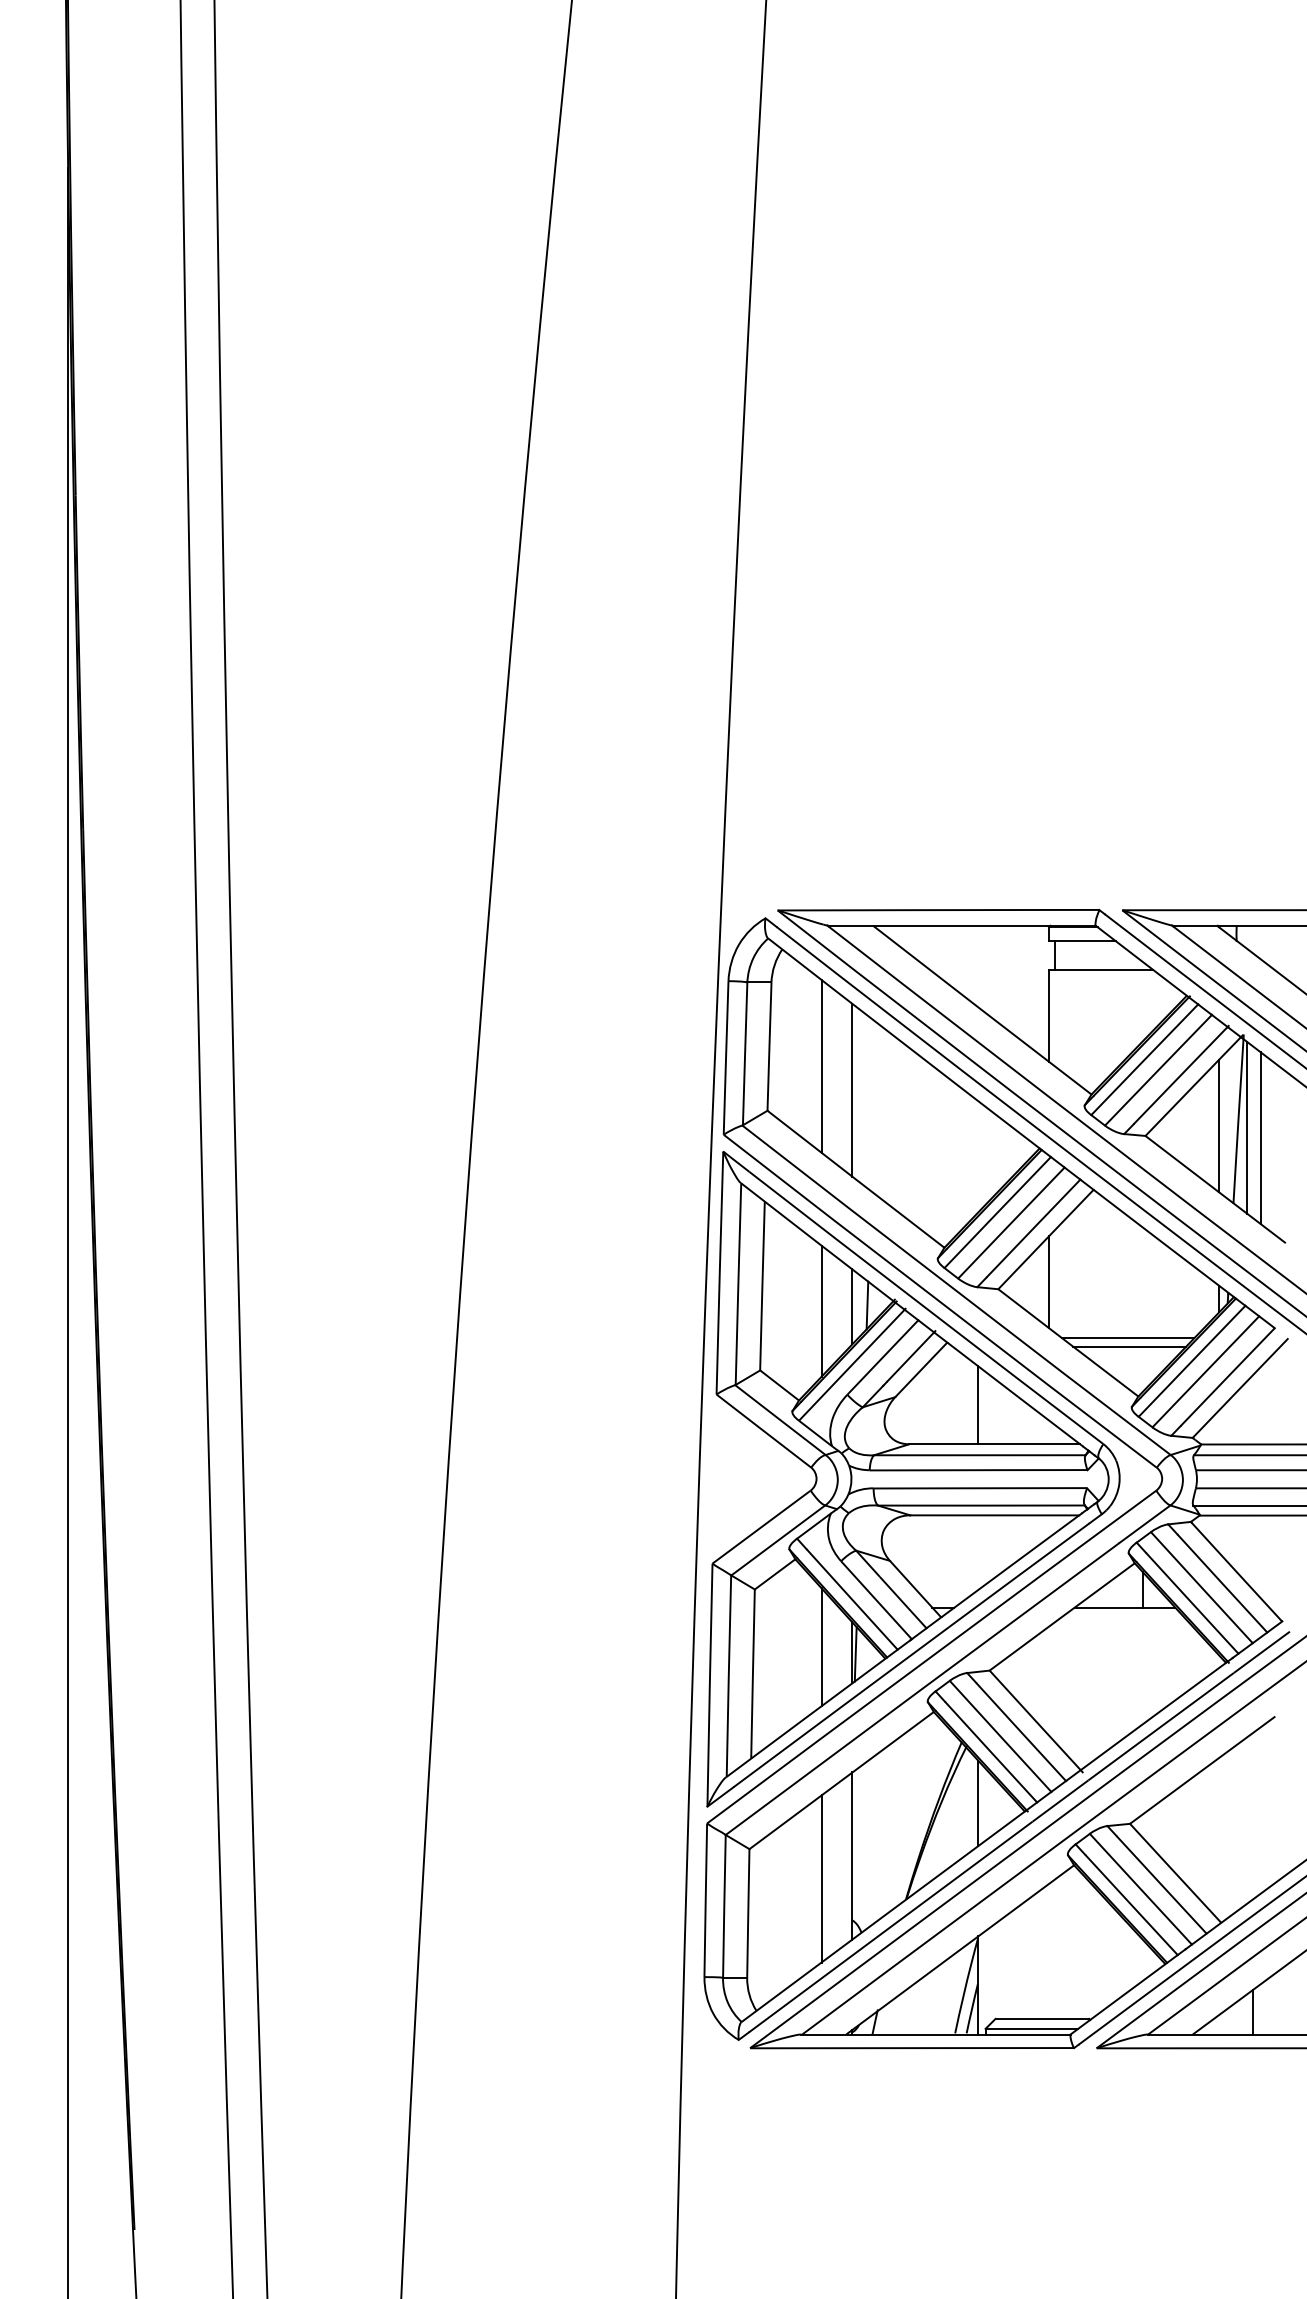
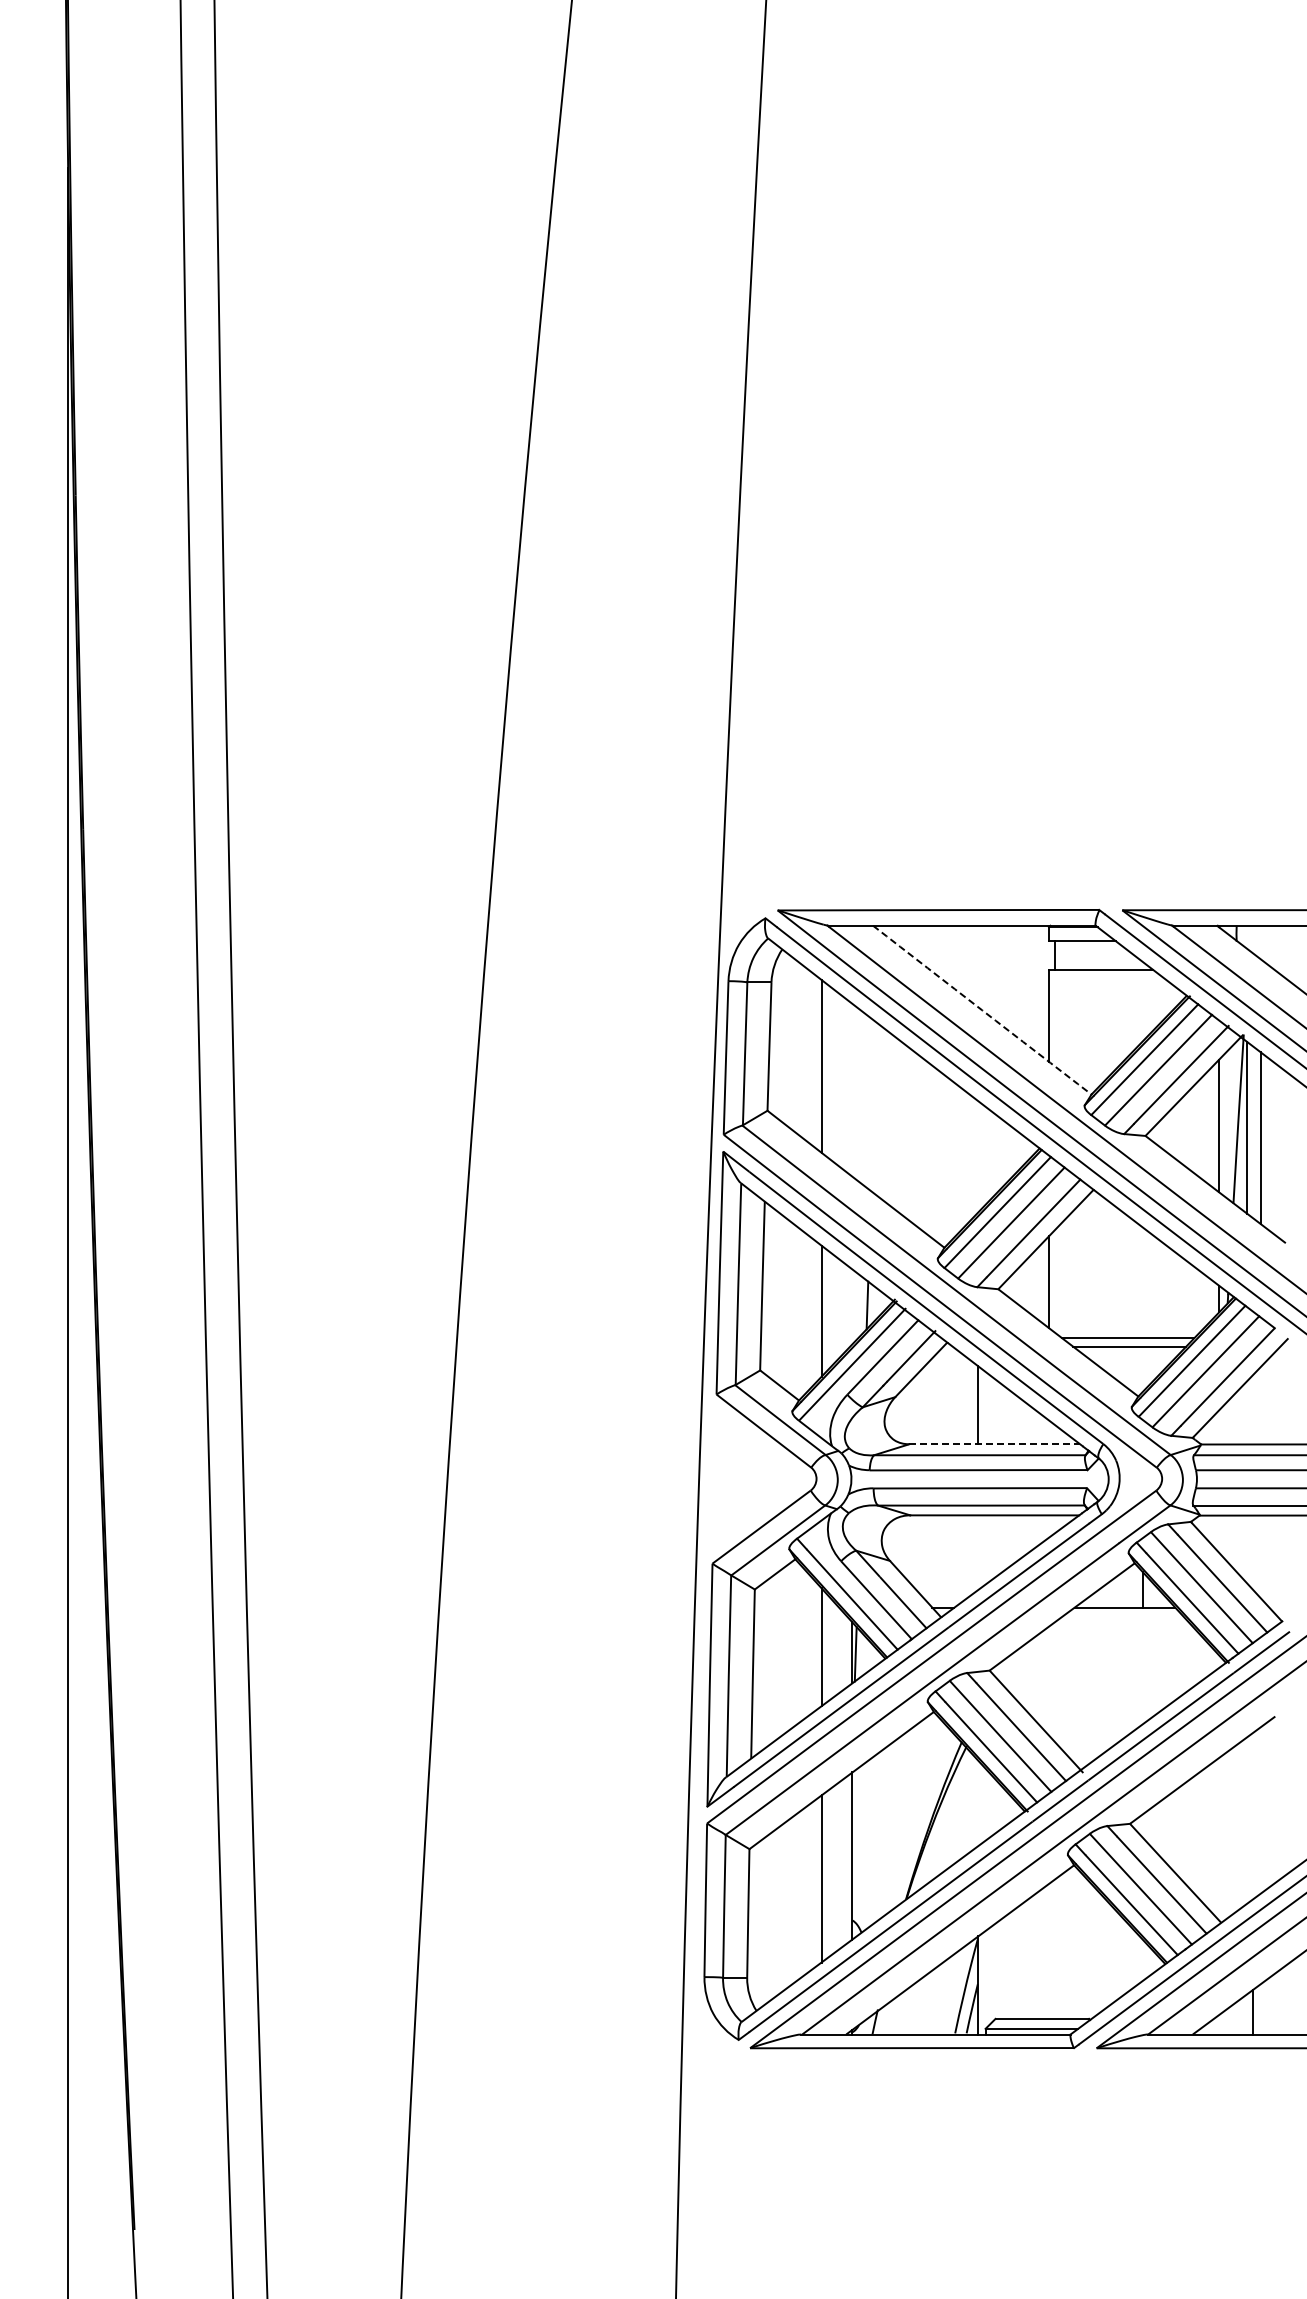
arc at (982, 1010): solid -> dashed
line at (852, 1089): present -> none
line at (852, 1306): present -> none
line at (995, 1444): solid -> dashed
line at (978, 1803): present -> none
